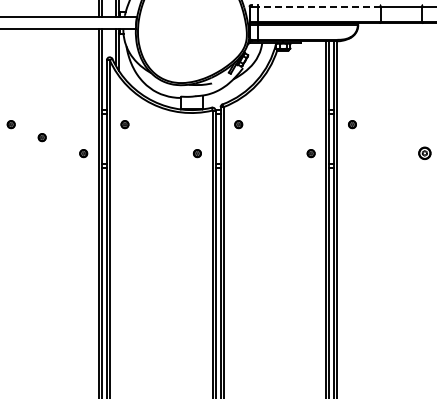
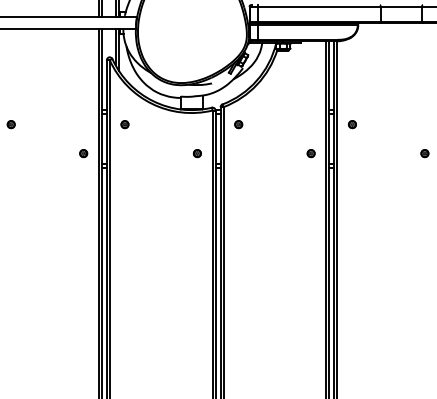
line at (318, 6): dashed -> solid
part at (41, 137): present -> none
part at (424, 152) size: 14x14 px -> 10x10 px
